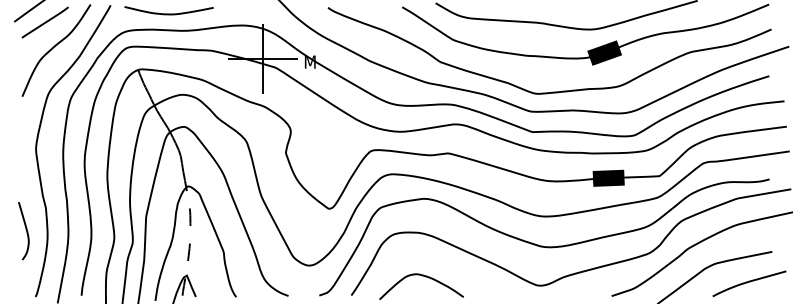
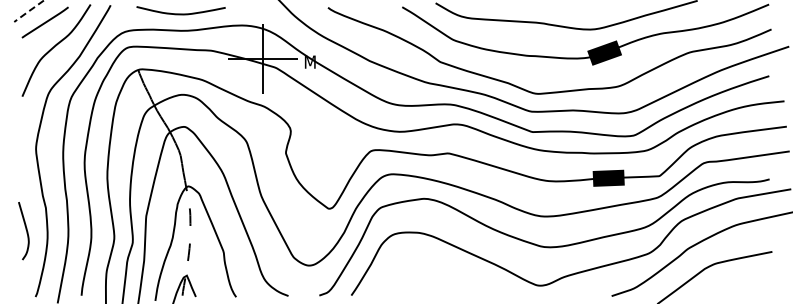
line at (28, 11): solid -> dashed
curve at (168, 13) position: (168, 13) -> (180, 13)
curve at (425, 277): present -> none
curve at (749, 282): present -> none
